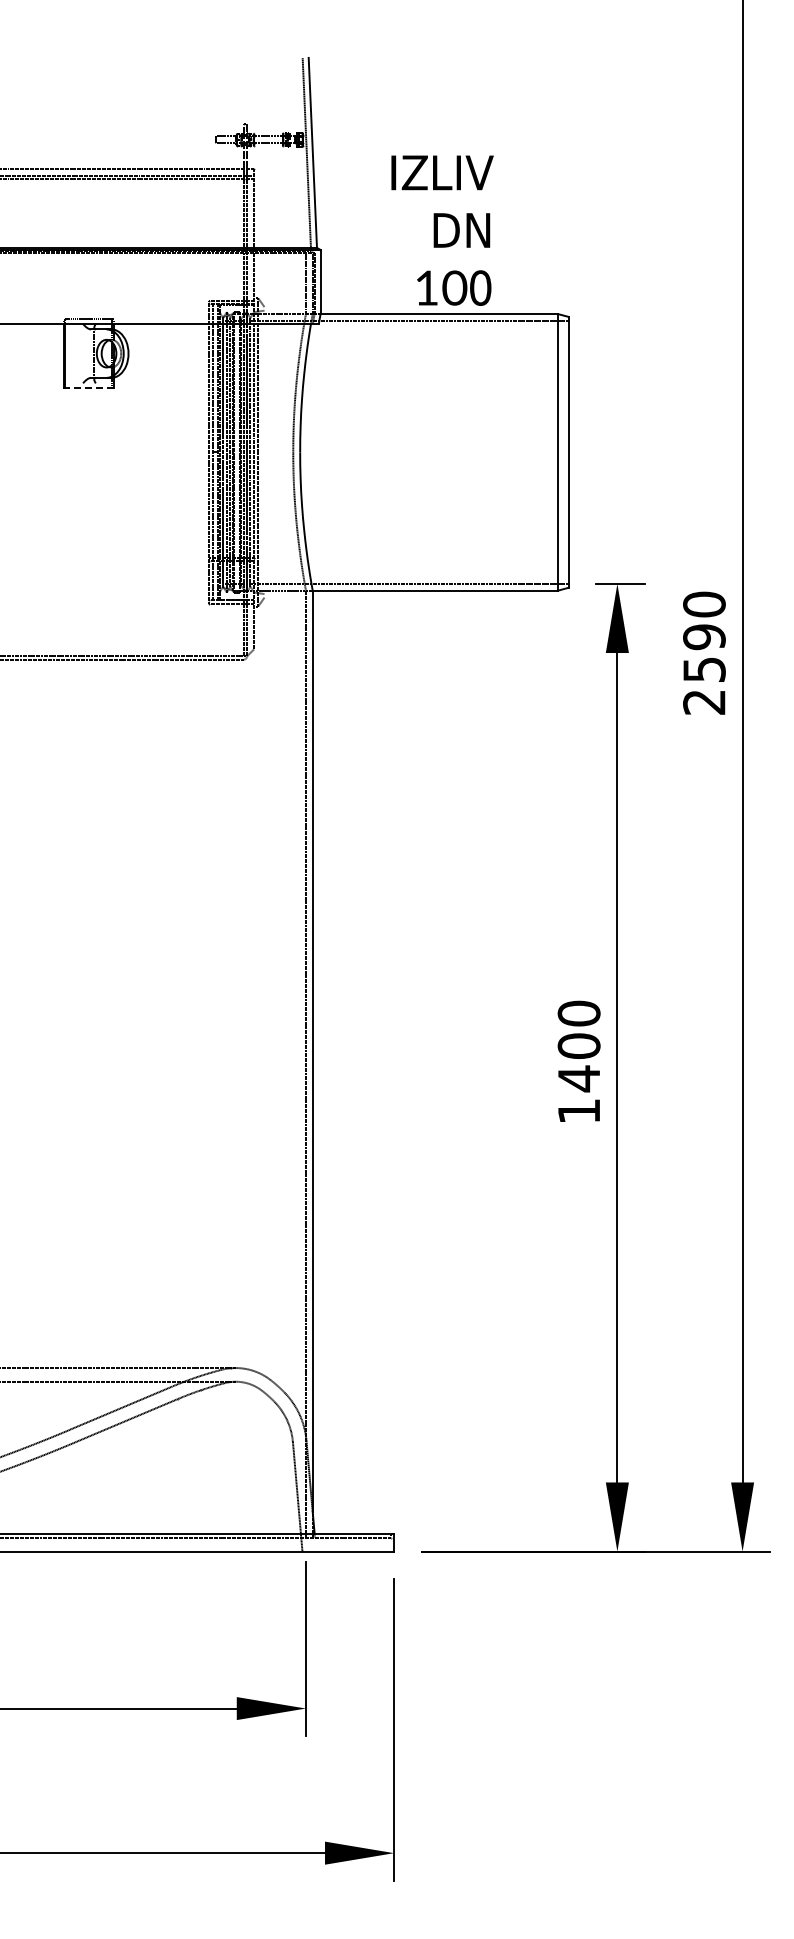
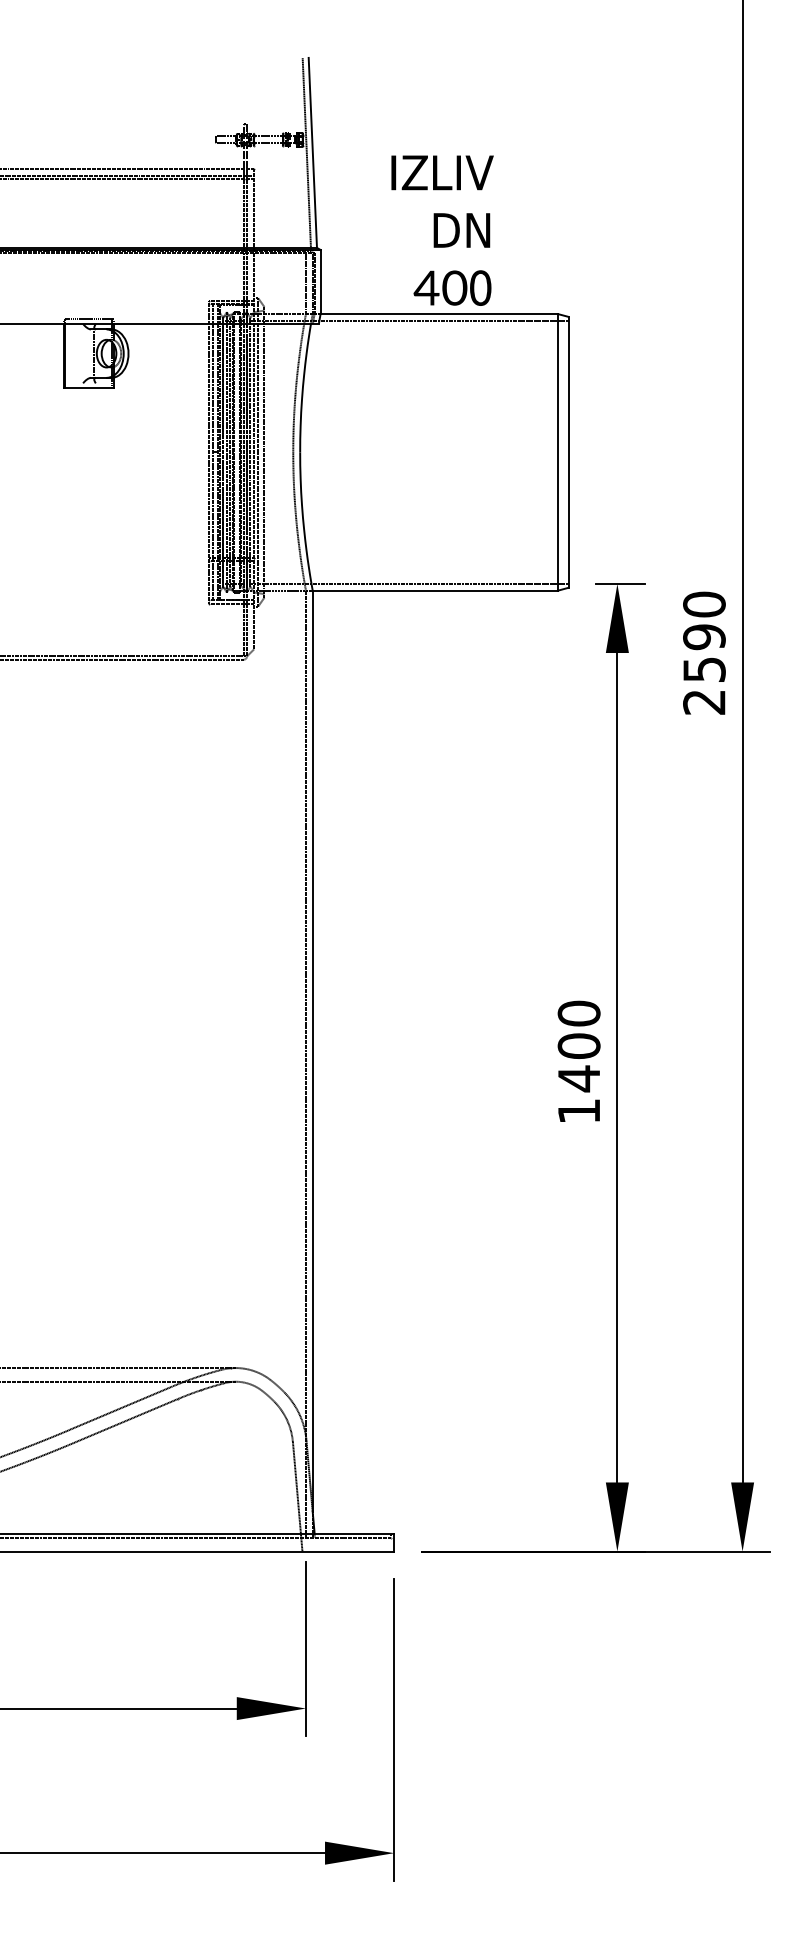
text at (426, 287): 10 -> 40
line at (89, 388): dashed -> solid
line at (264, 452): none -> present
